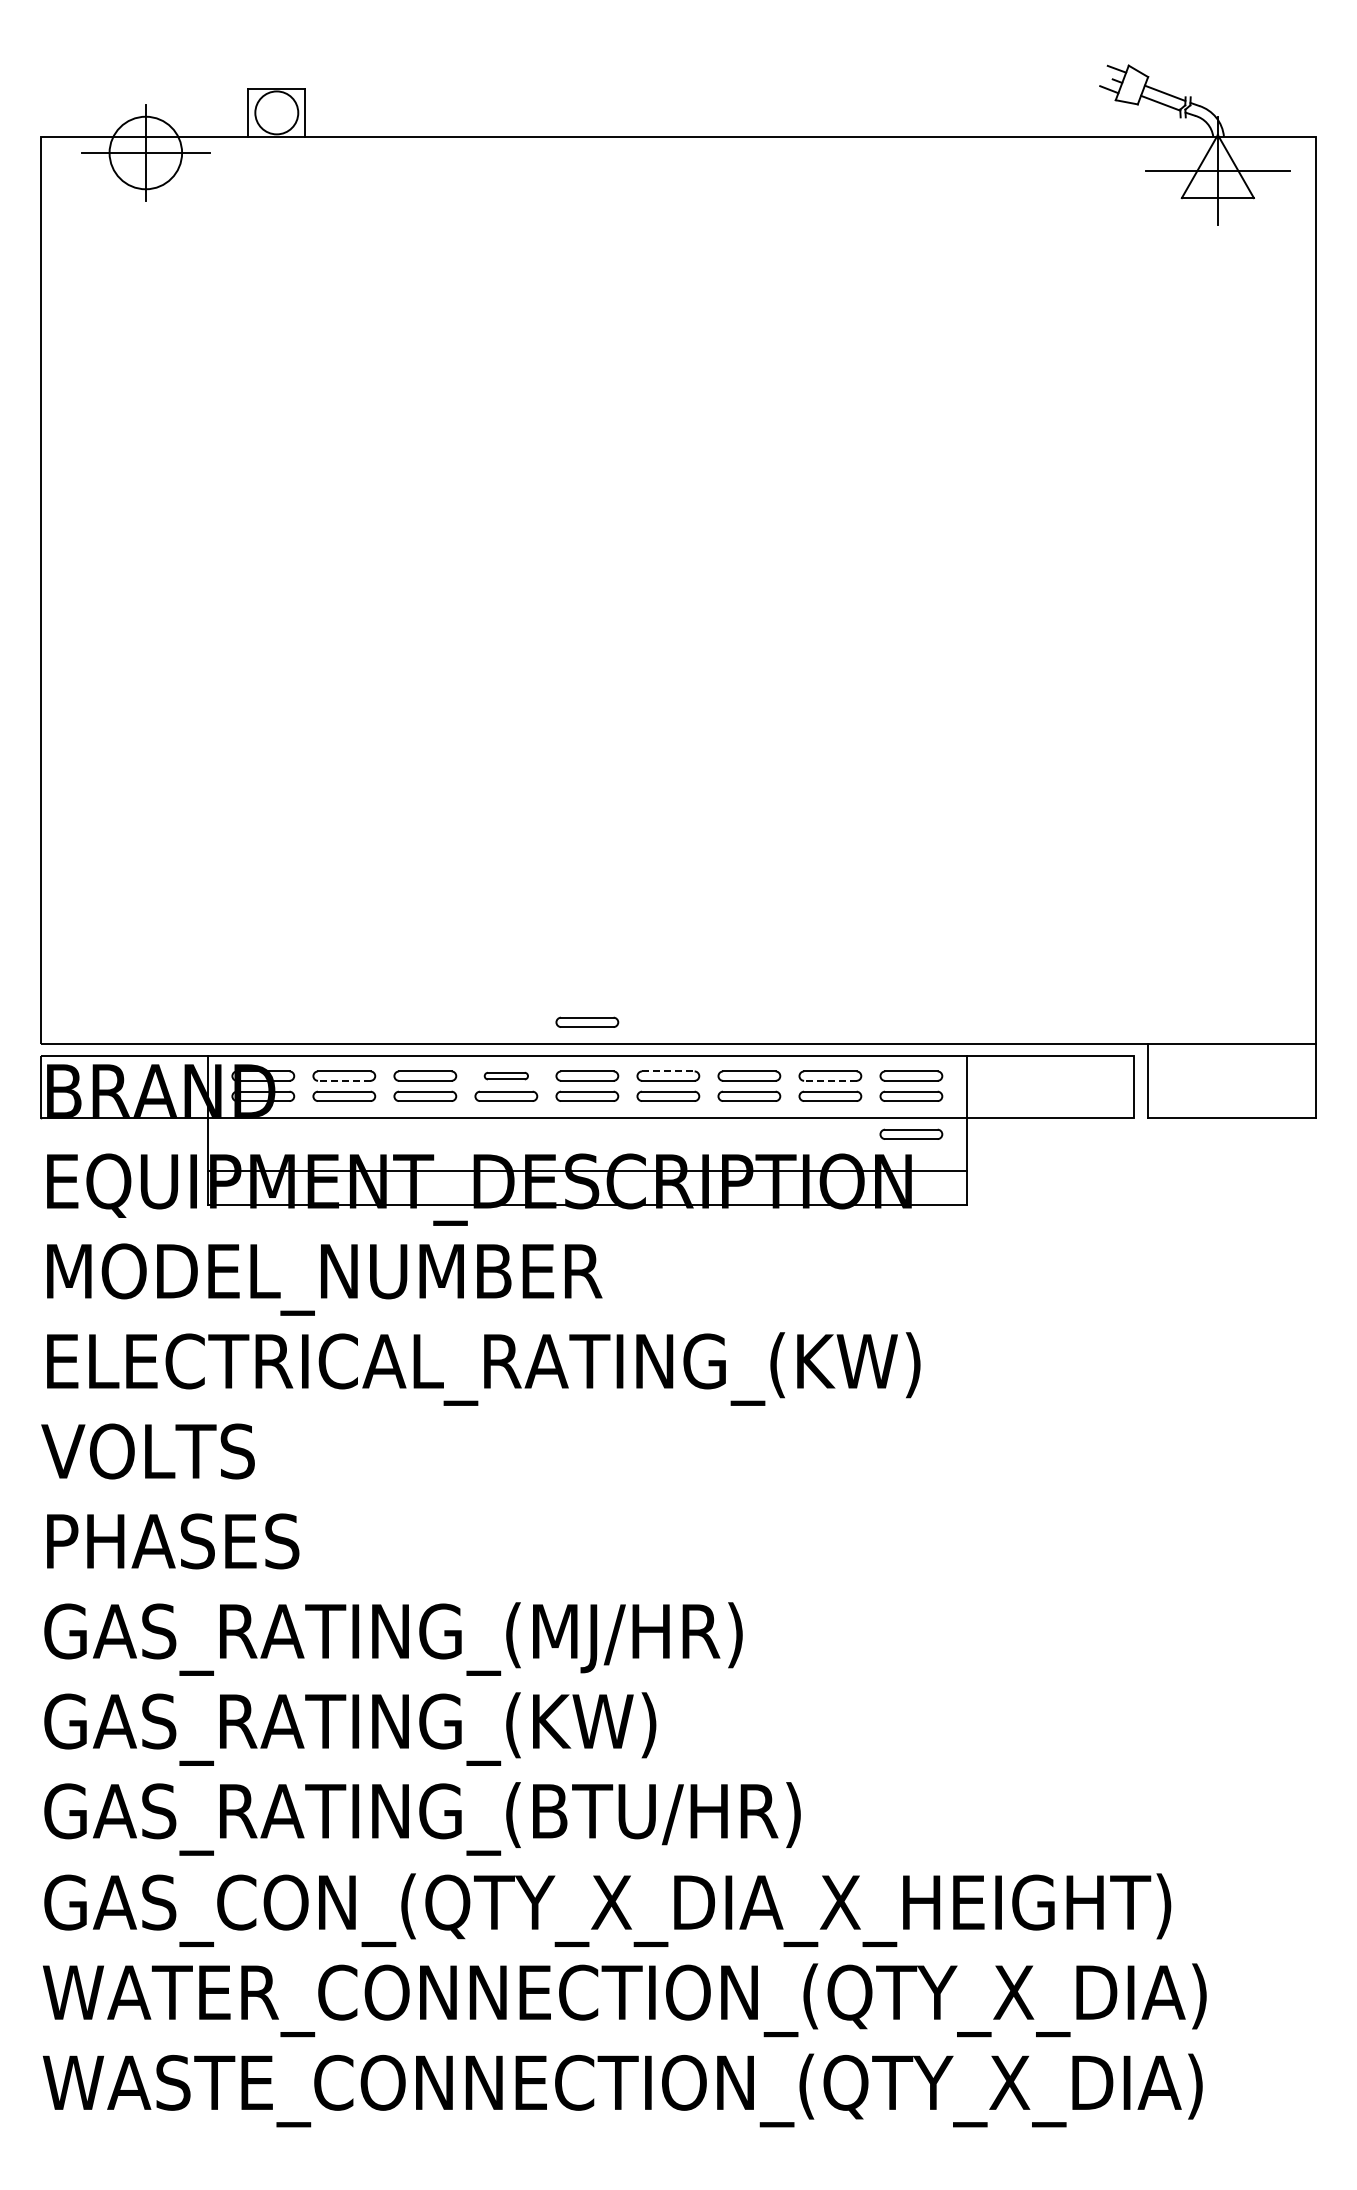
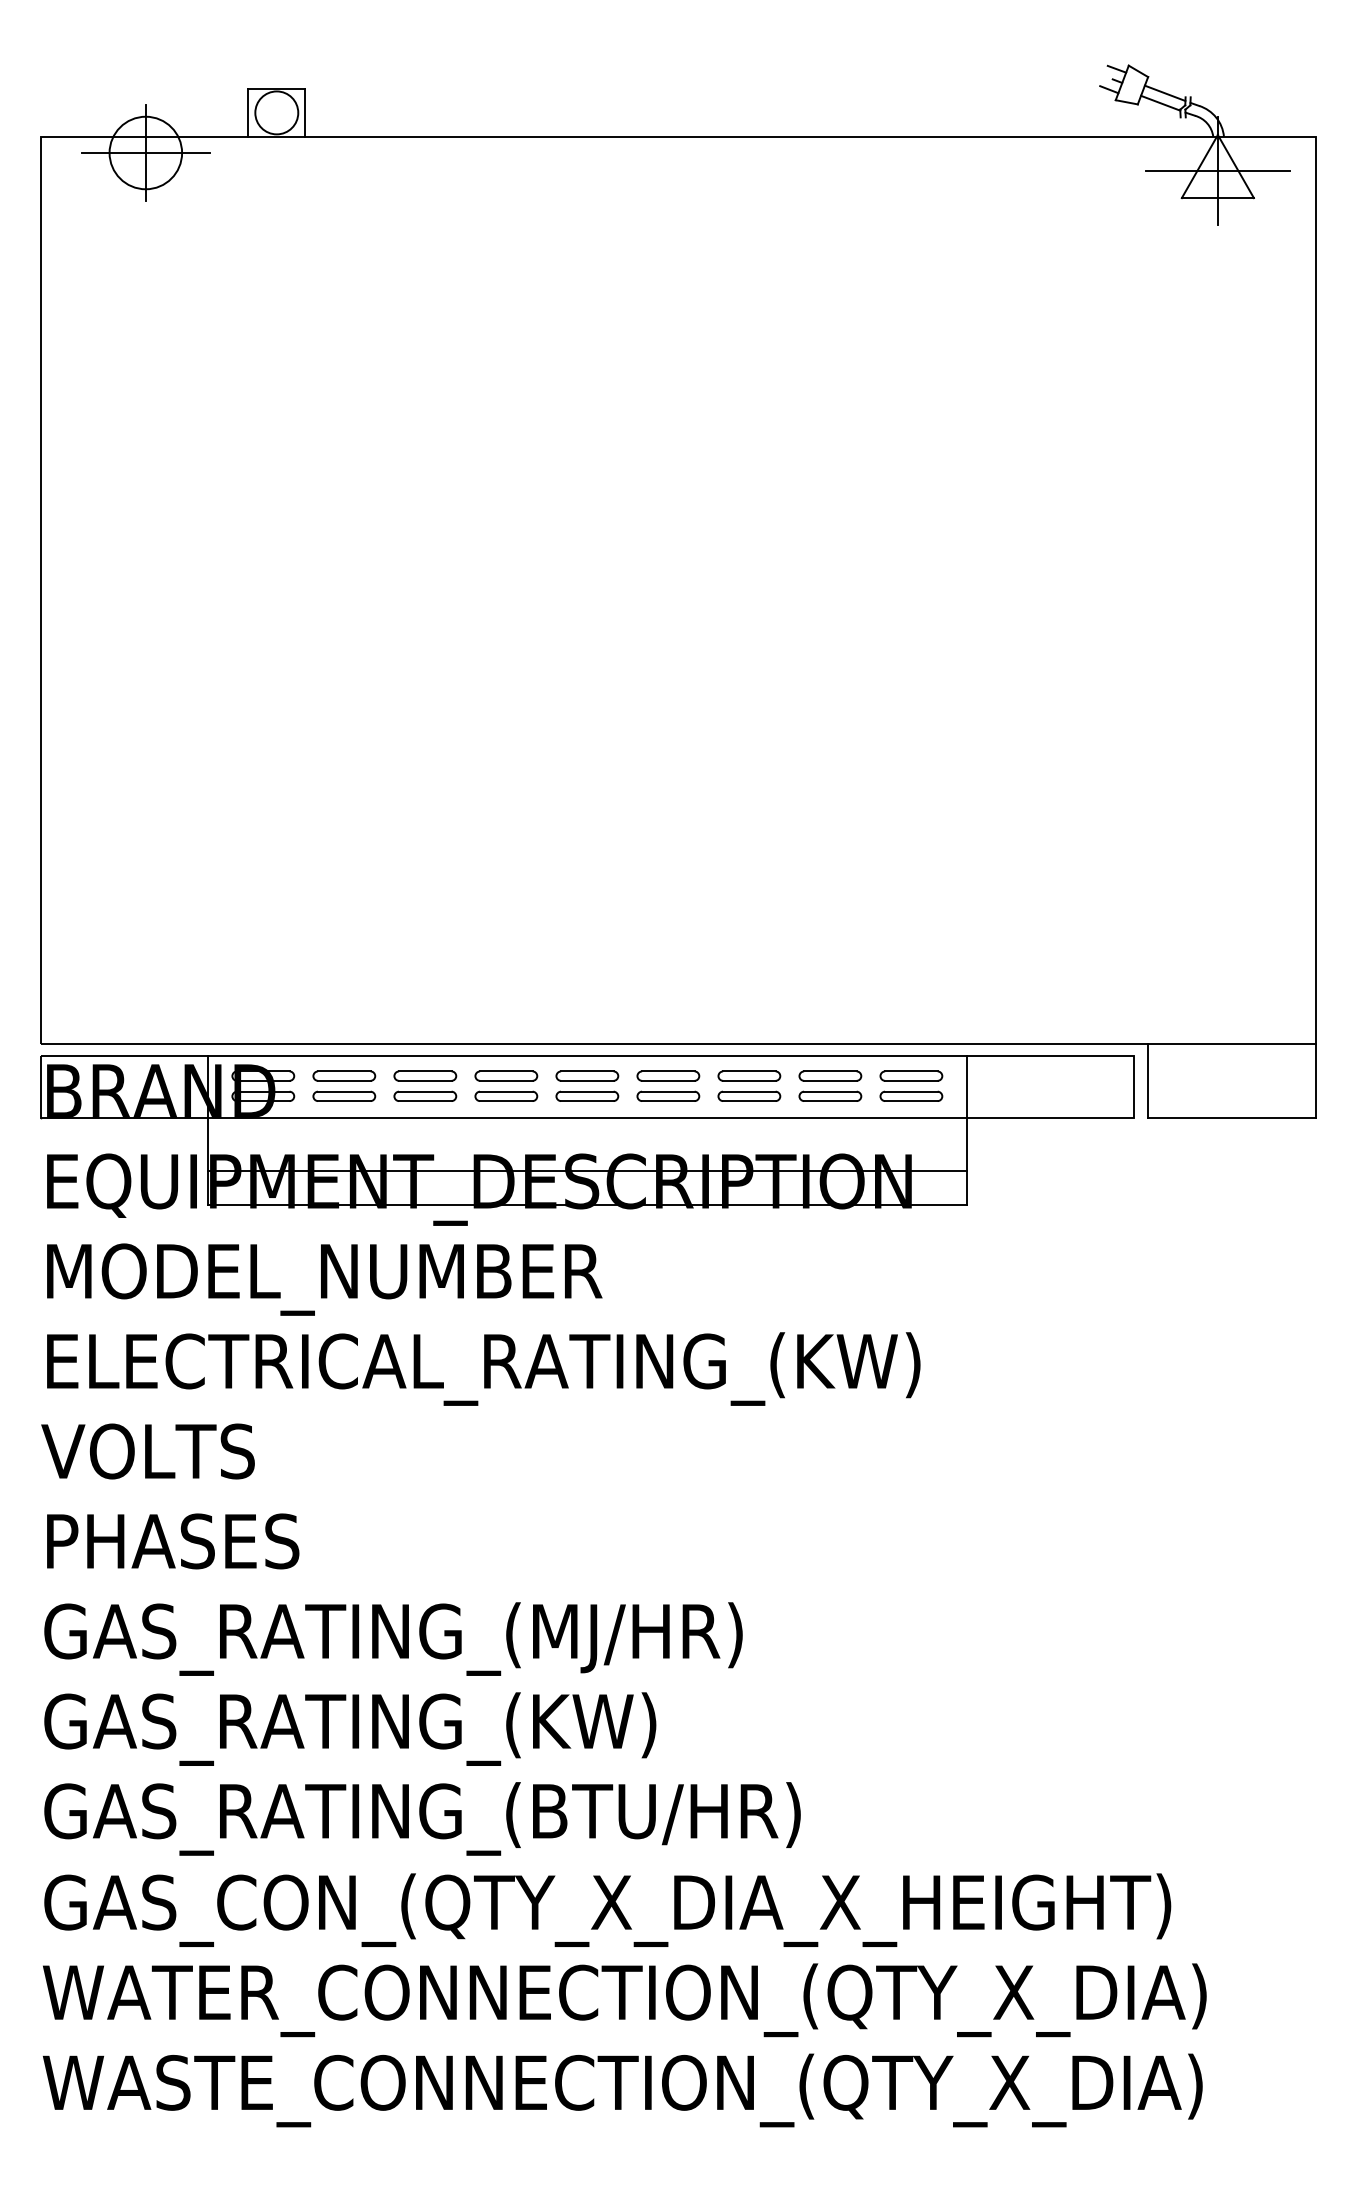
part at (587, 1021): present -> none
line at (668, 1071): dashed -> solid
part at (505, 1076) size: 46x9 px -> 65x12 px
line at (343, 1080): dashed -> solid
line at (829, 1080): dashed -> solid
part at (911, 1133): present -> none
